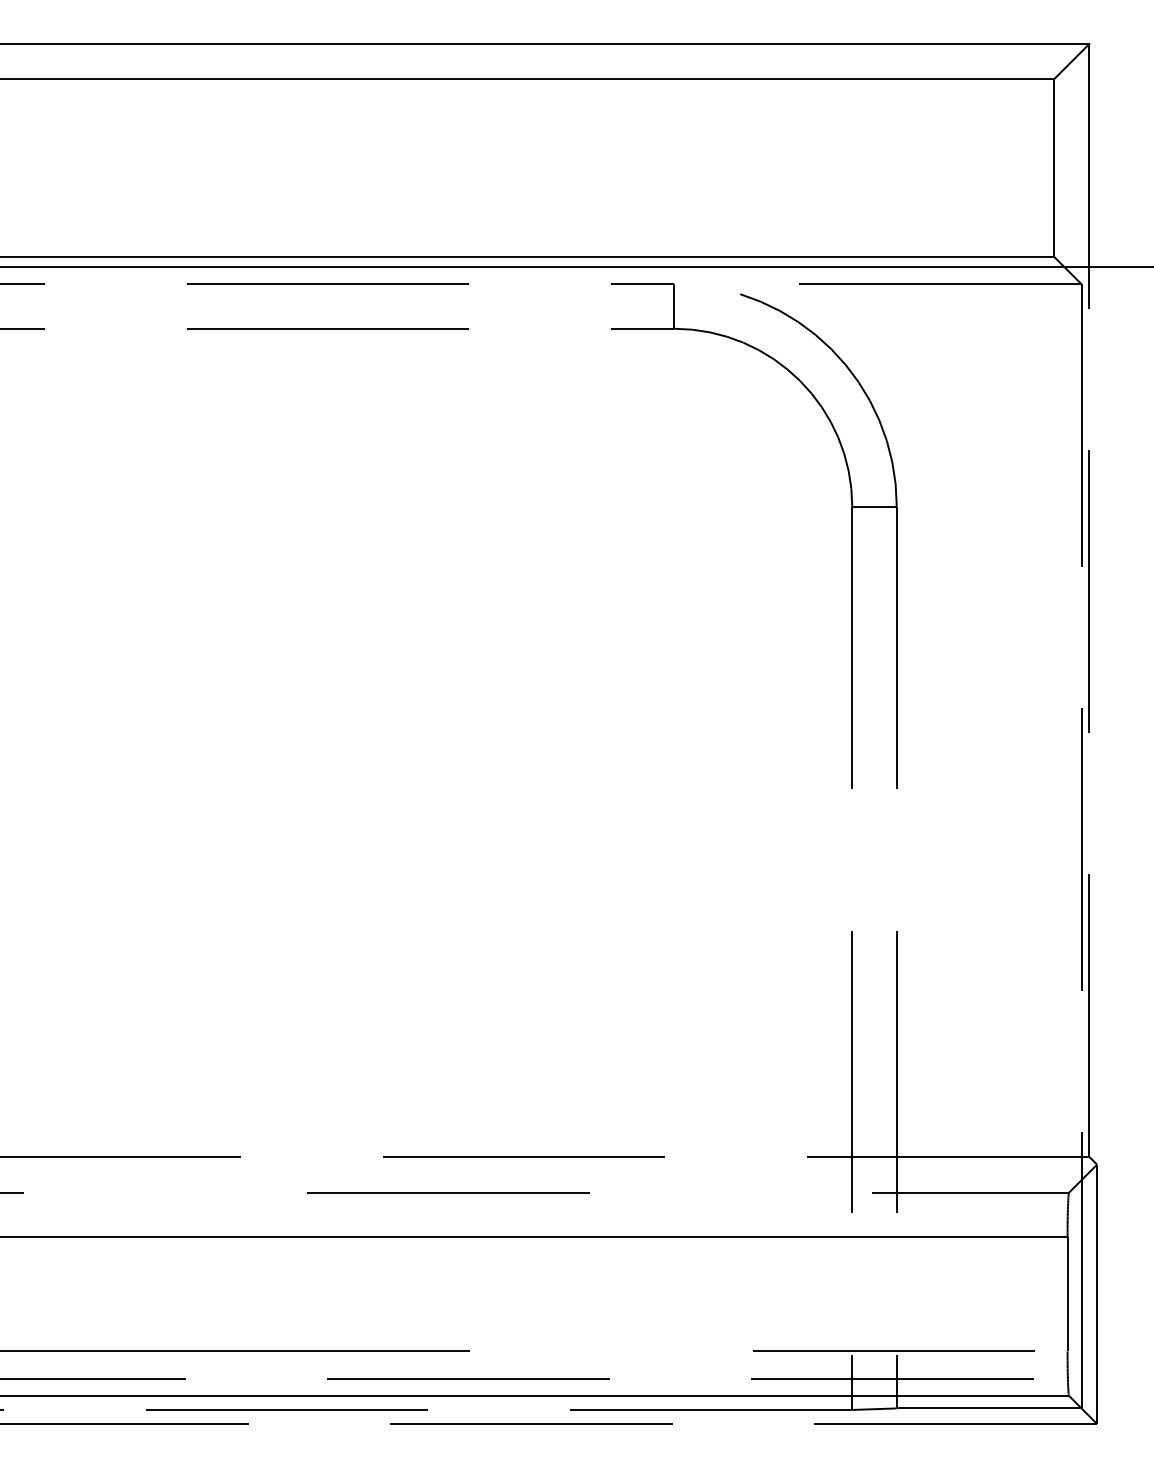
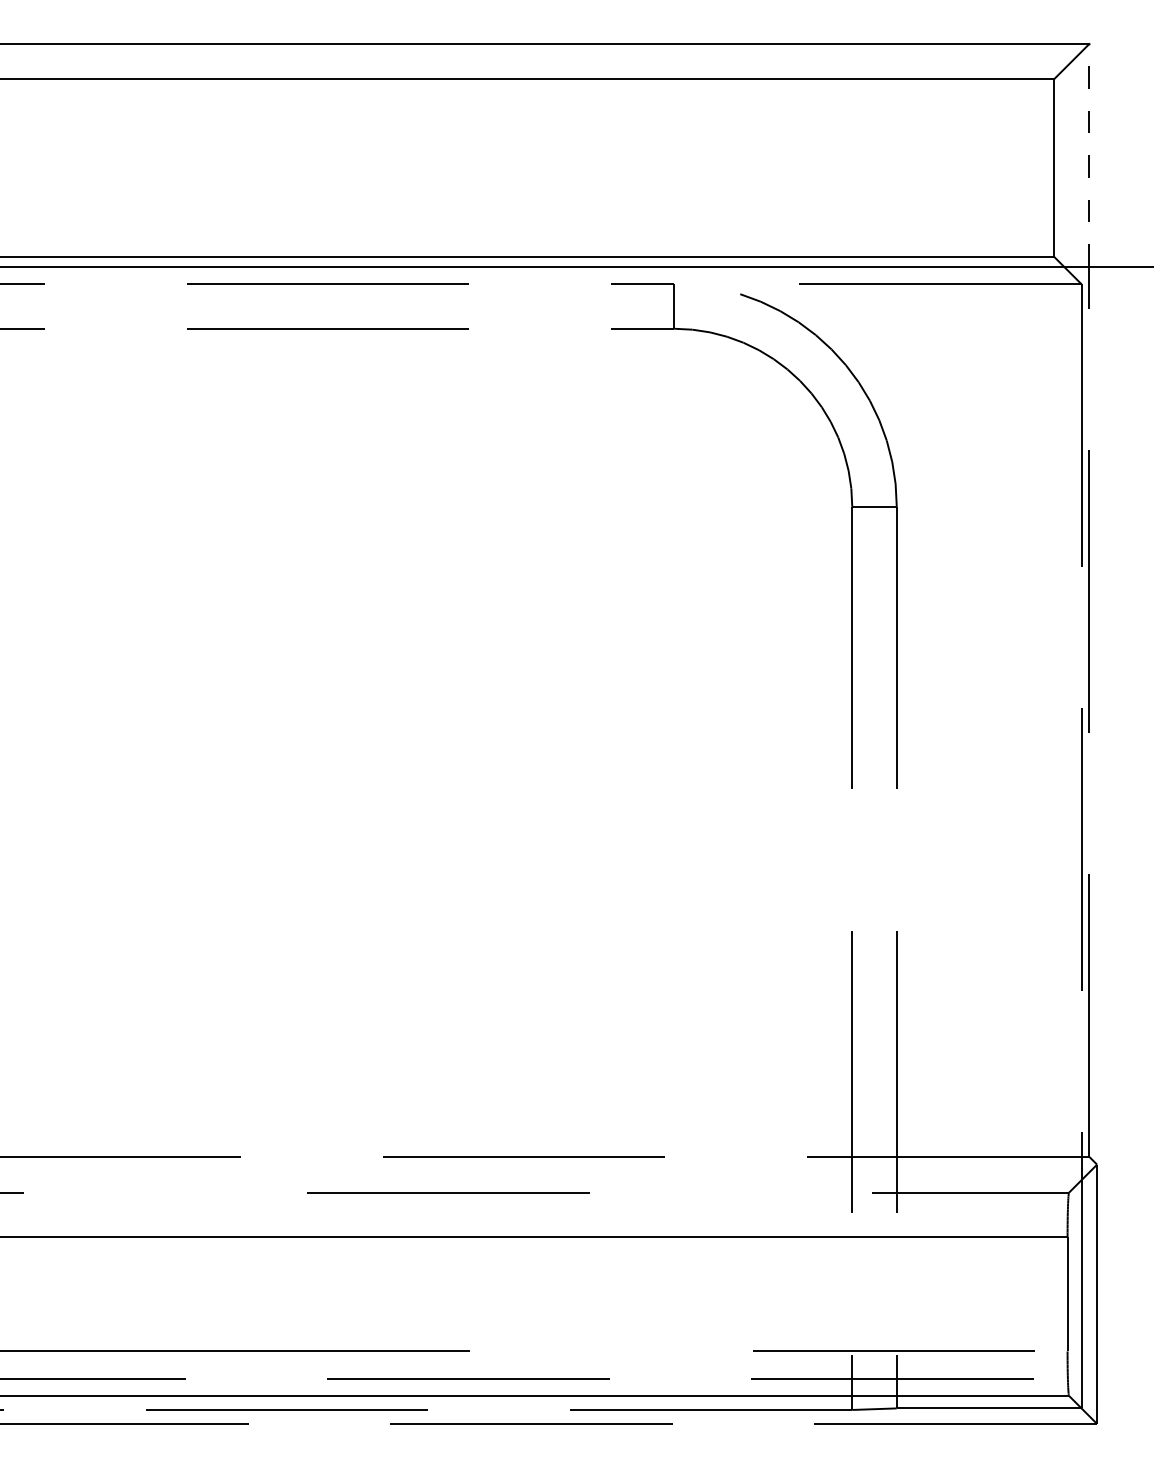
line at (1089, 154): solid -> dashed
